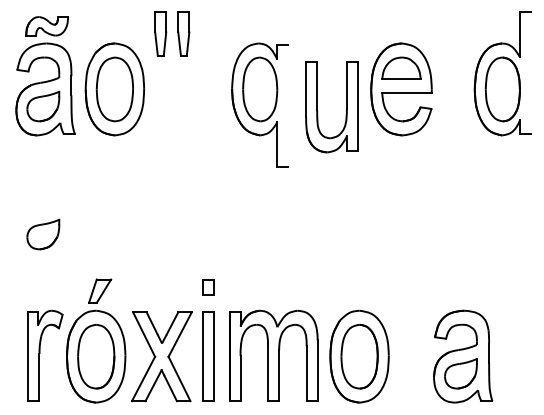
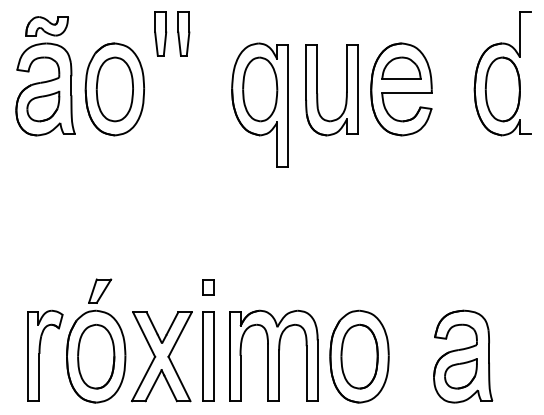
line at (288, 105): none -> present
part at (318, 111) position: (318, 111) -> (318, 94)
part at (43, 234): present -> none
